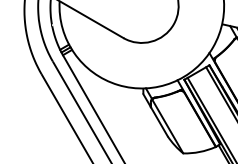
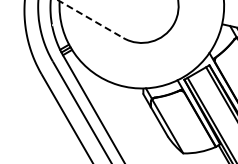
line at (90, 19): solid -> dashed
